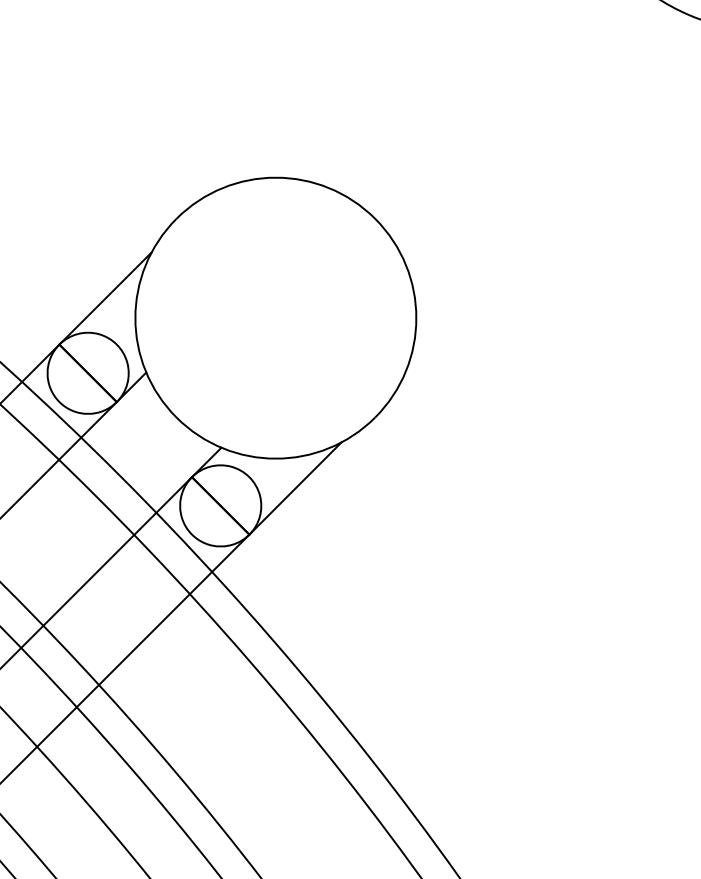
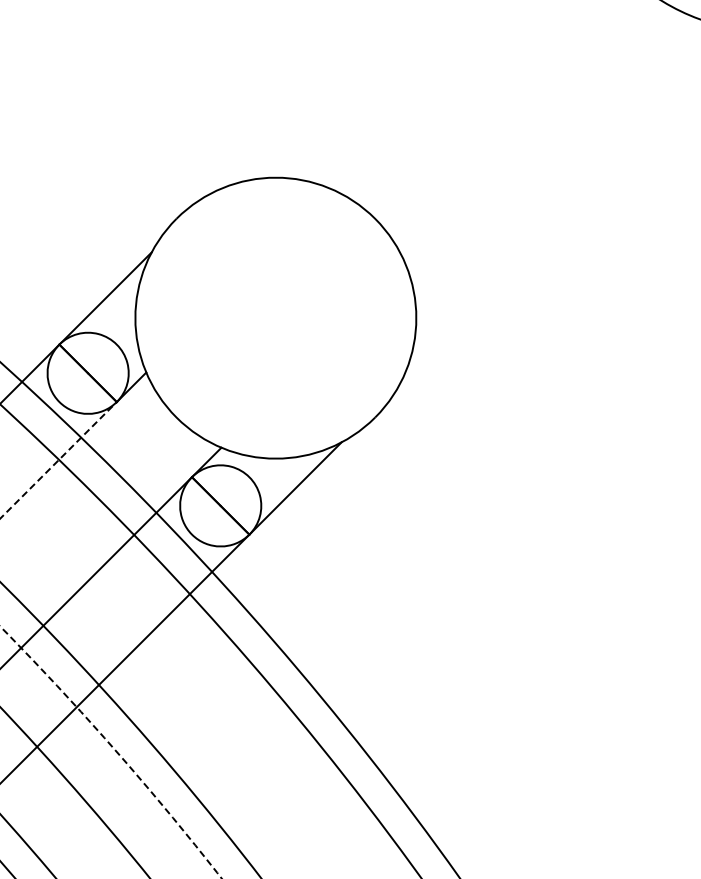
line at (58, 460): solid -> dashed
arc at (114, 749): solid -> dashed
